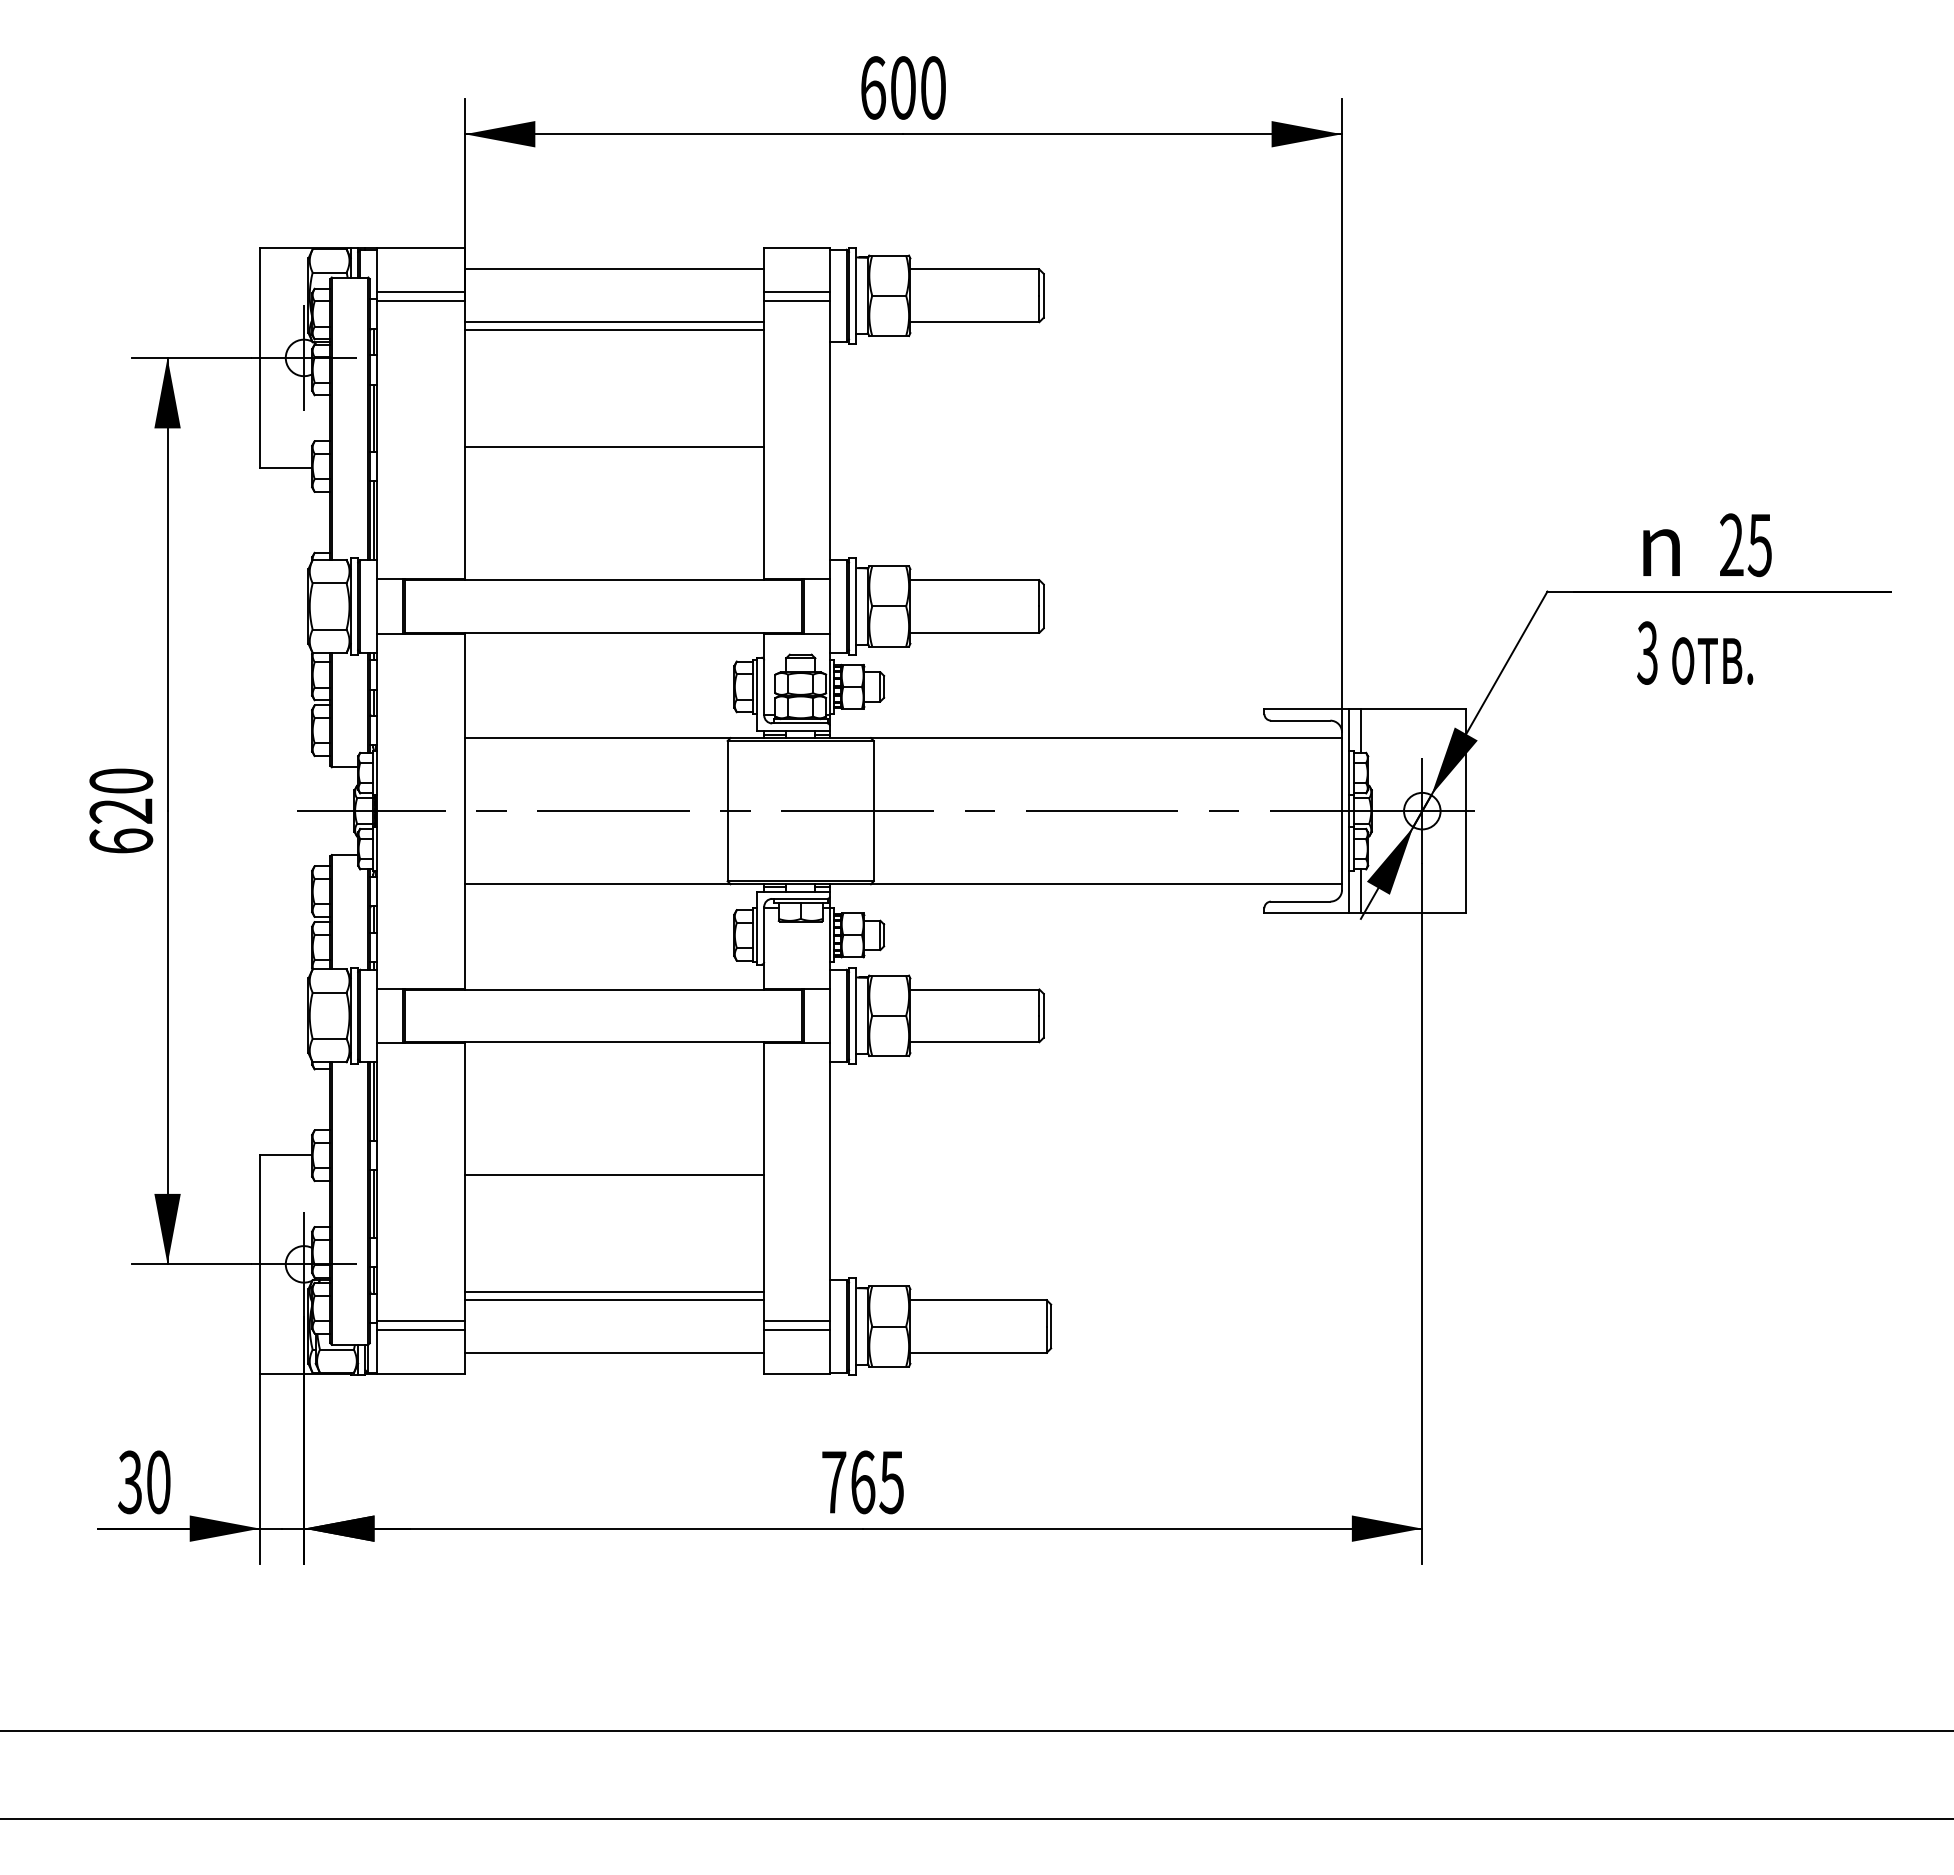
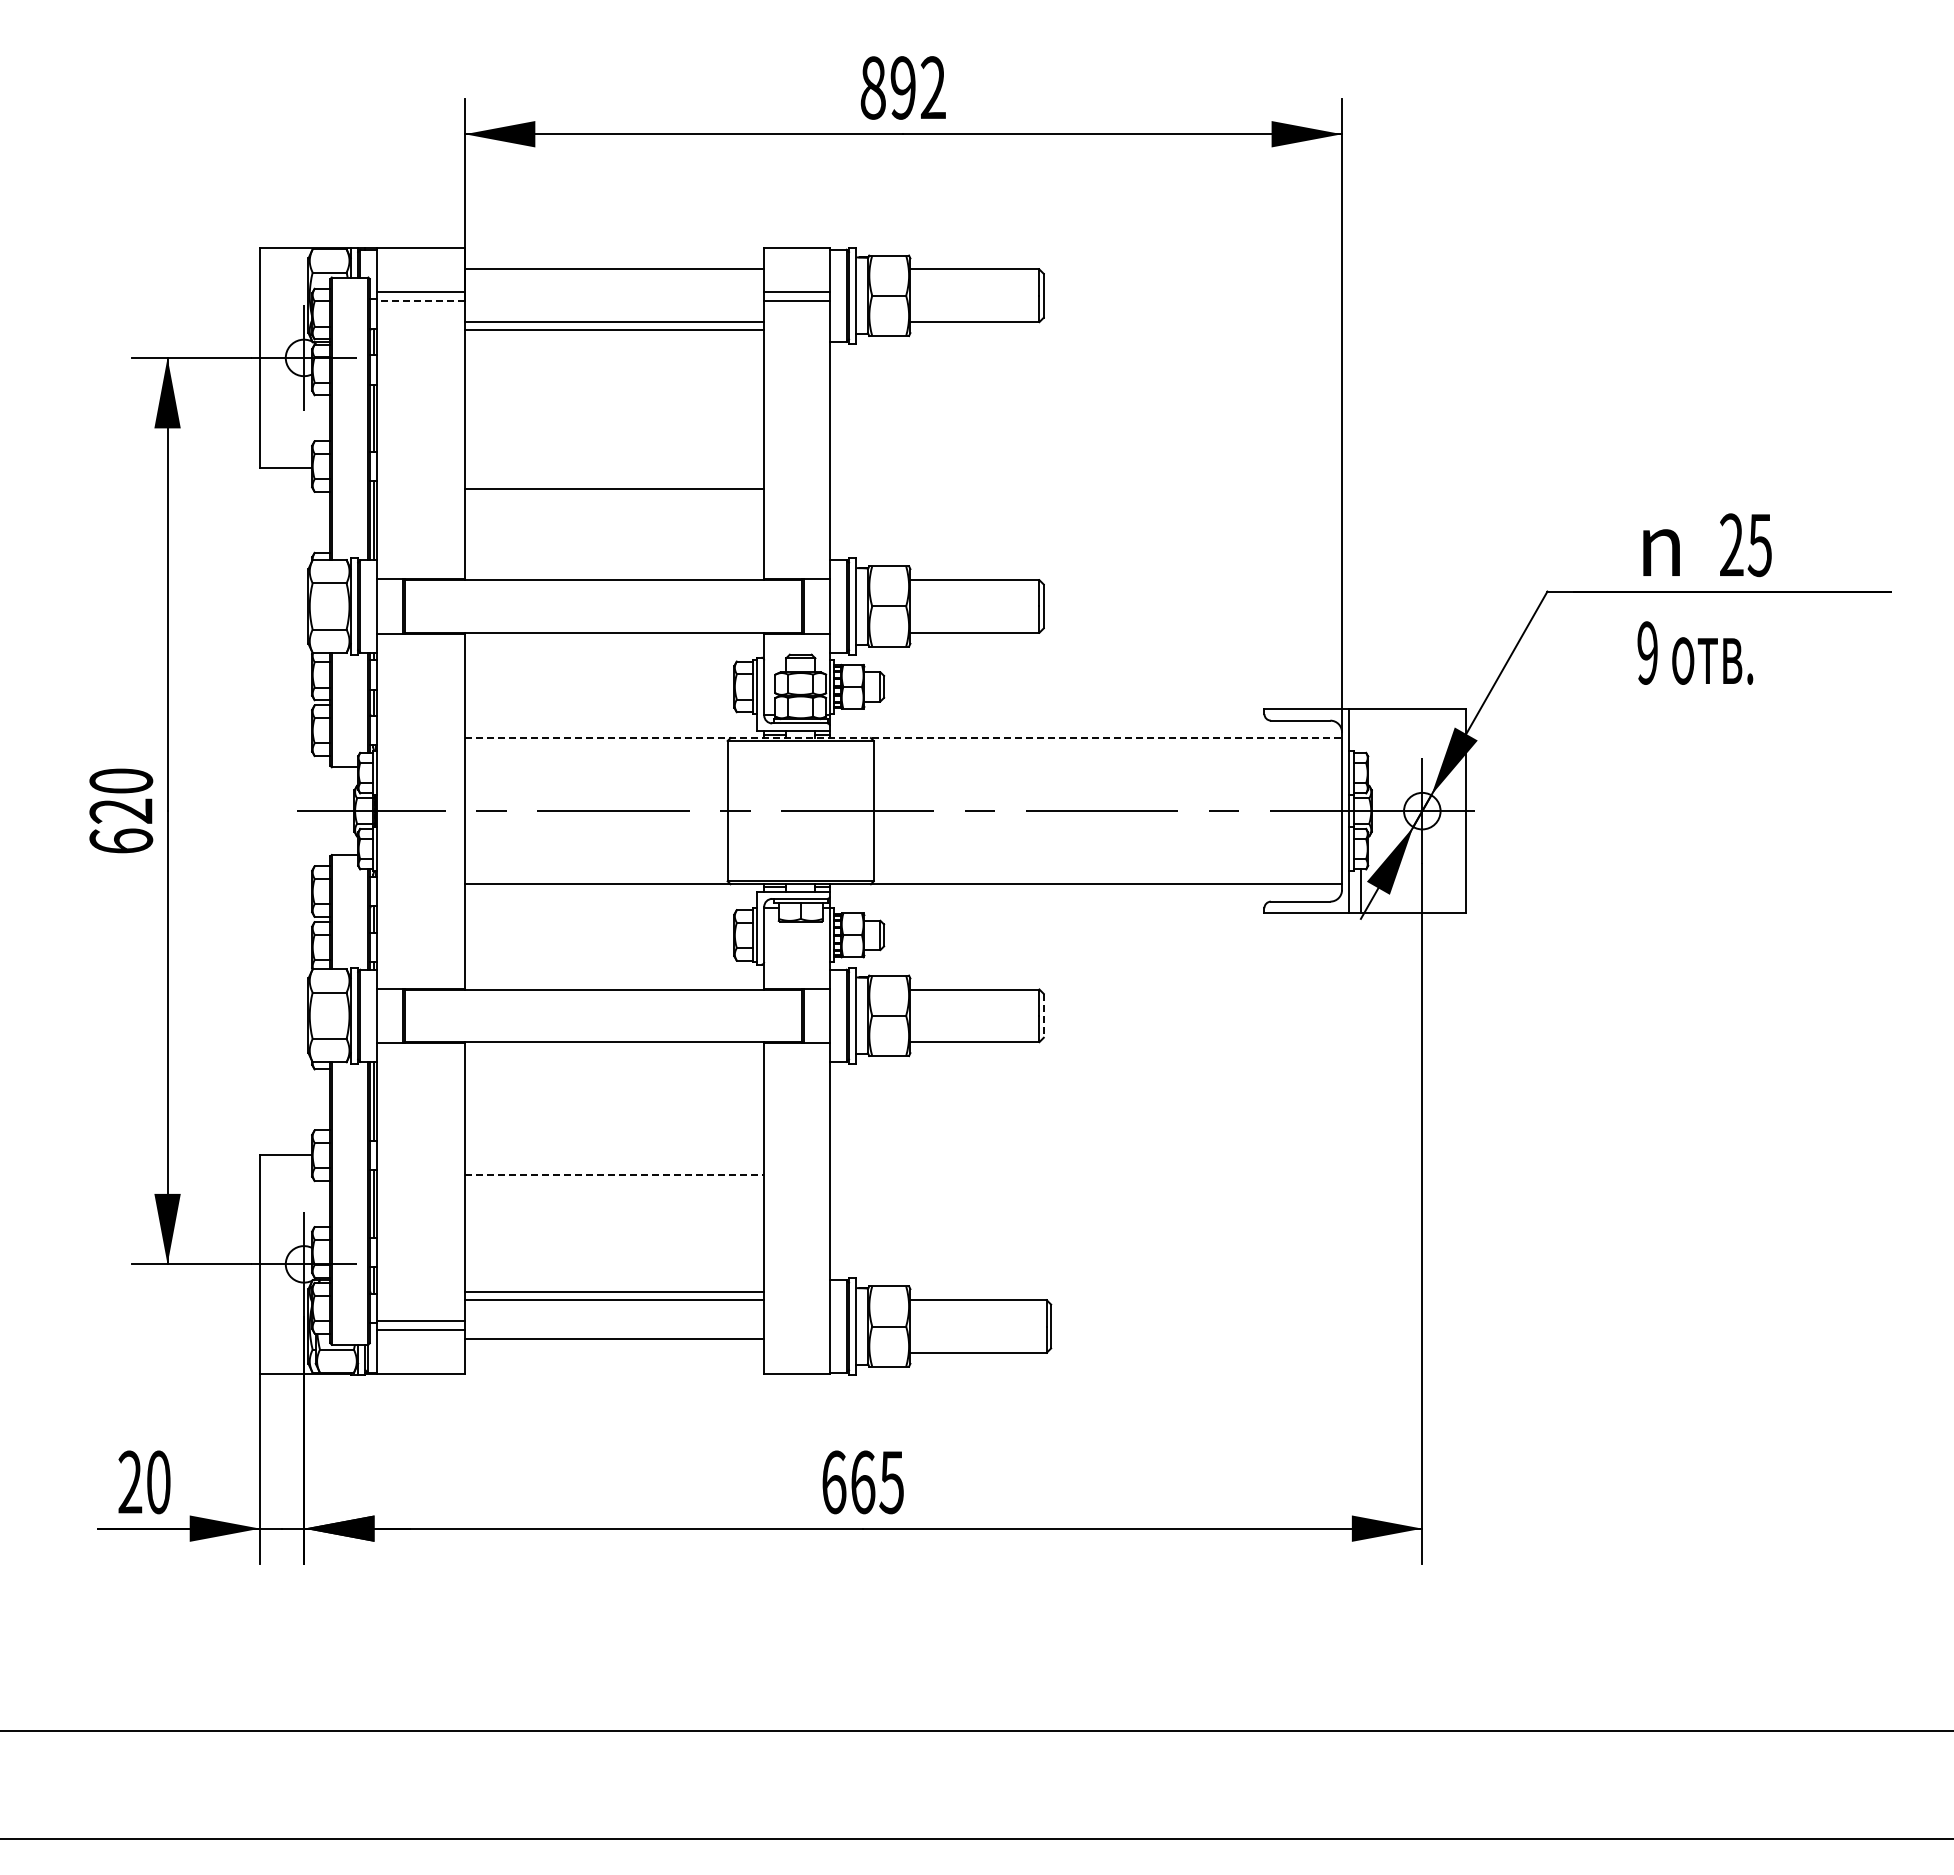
text at (902, 87): 600 -> 892
line at (421, 301): solid -> dashed
line at (614, 447) position: (614, 447) -> (614, 489)
text at (1647, 652): 3 -> 9
line at (1360, 730): present -> none
line at (903, 738): solid -> dashed
line at (1043, 1015): solid -> dashed
line at (614, 1175): solid -> dashed
line at (797, 1320): present -> none
line at (797, 1330): present -> none
line at (614, 1352) position: (614, 1352) -> (614, 1338)
text at (130, 1482): 30 -> 20
text at (834, 1482): 765 -> 665
line at (976, 1818) position: (976, 1818) -> (976, 1838)
